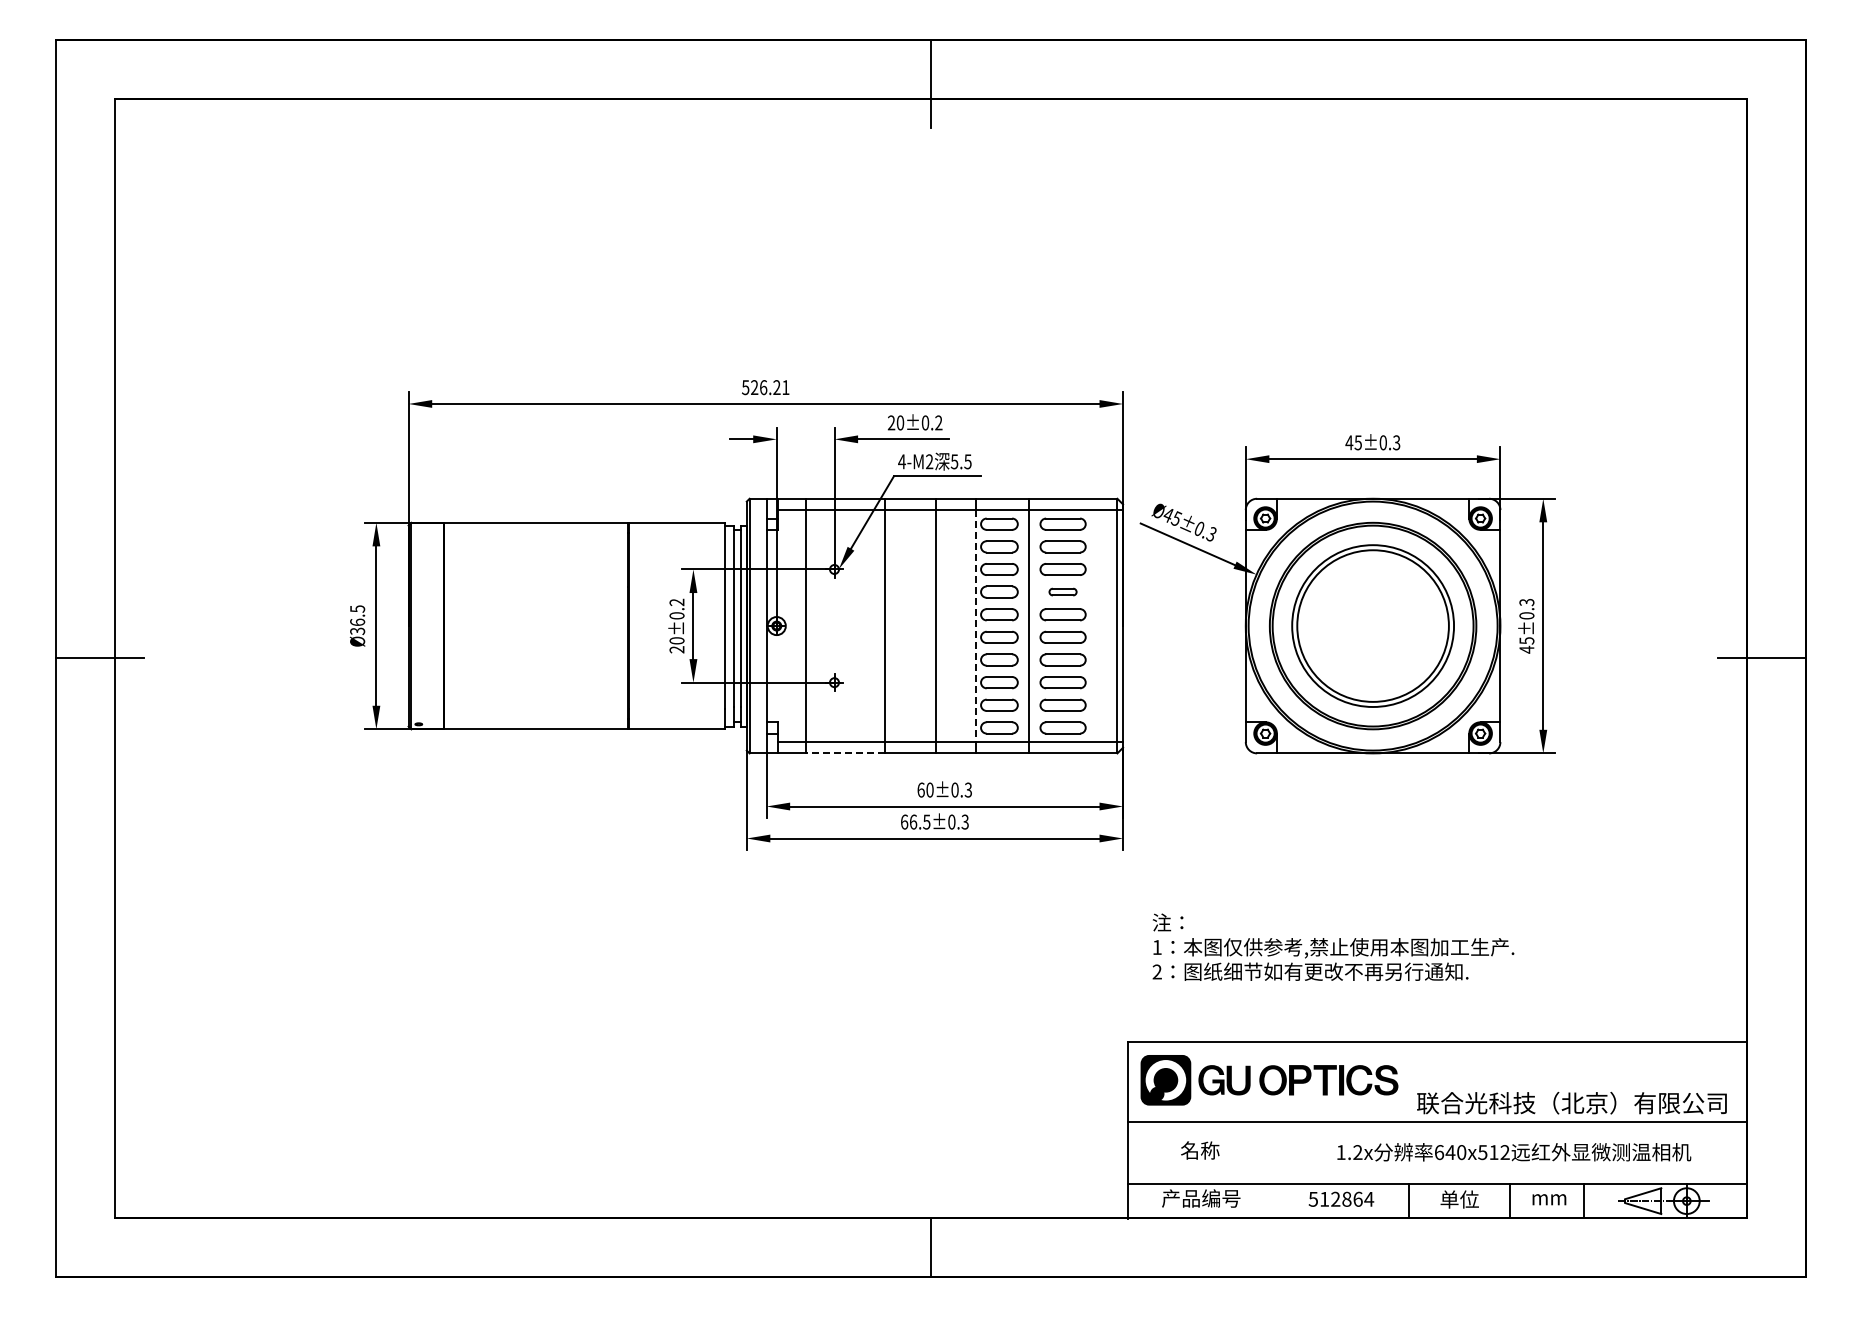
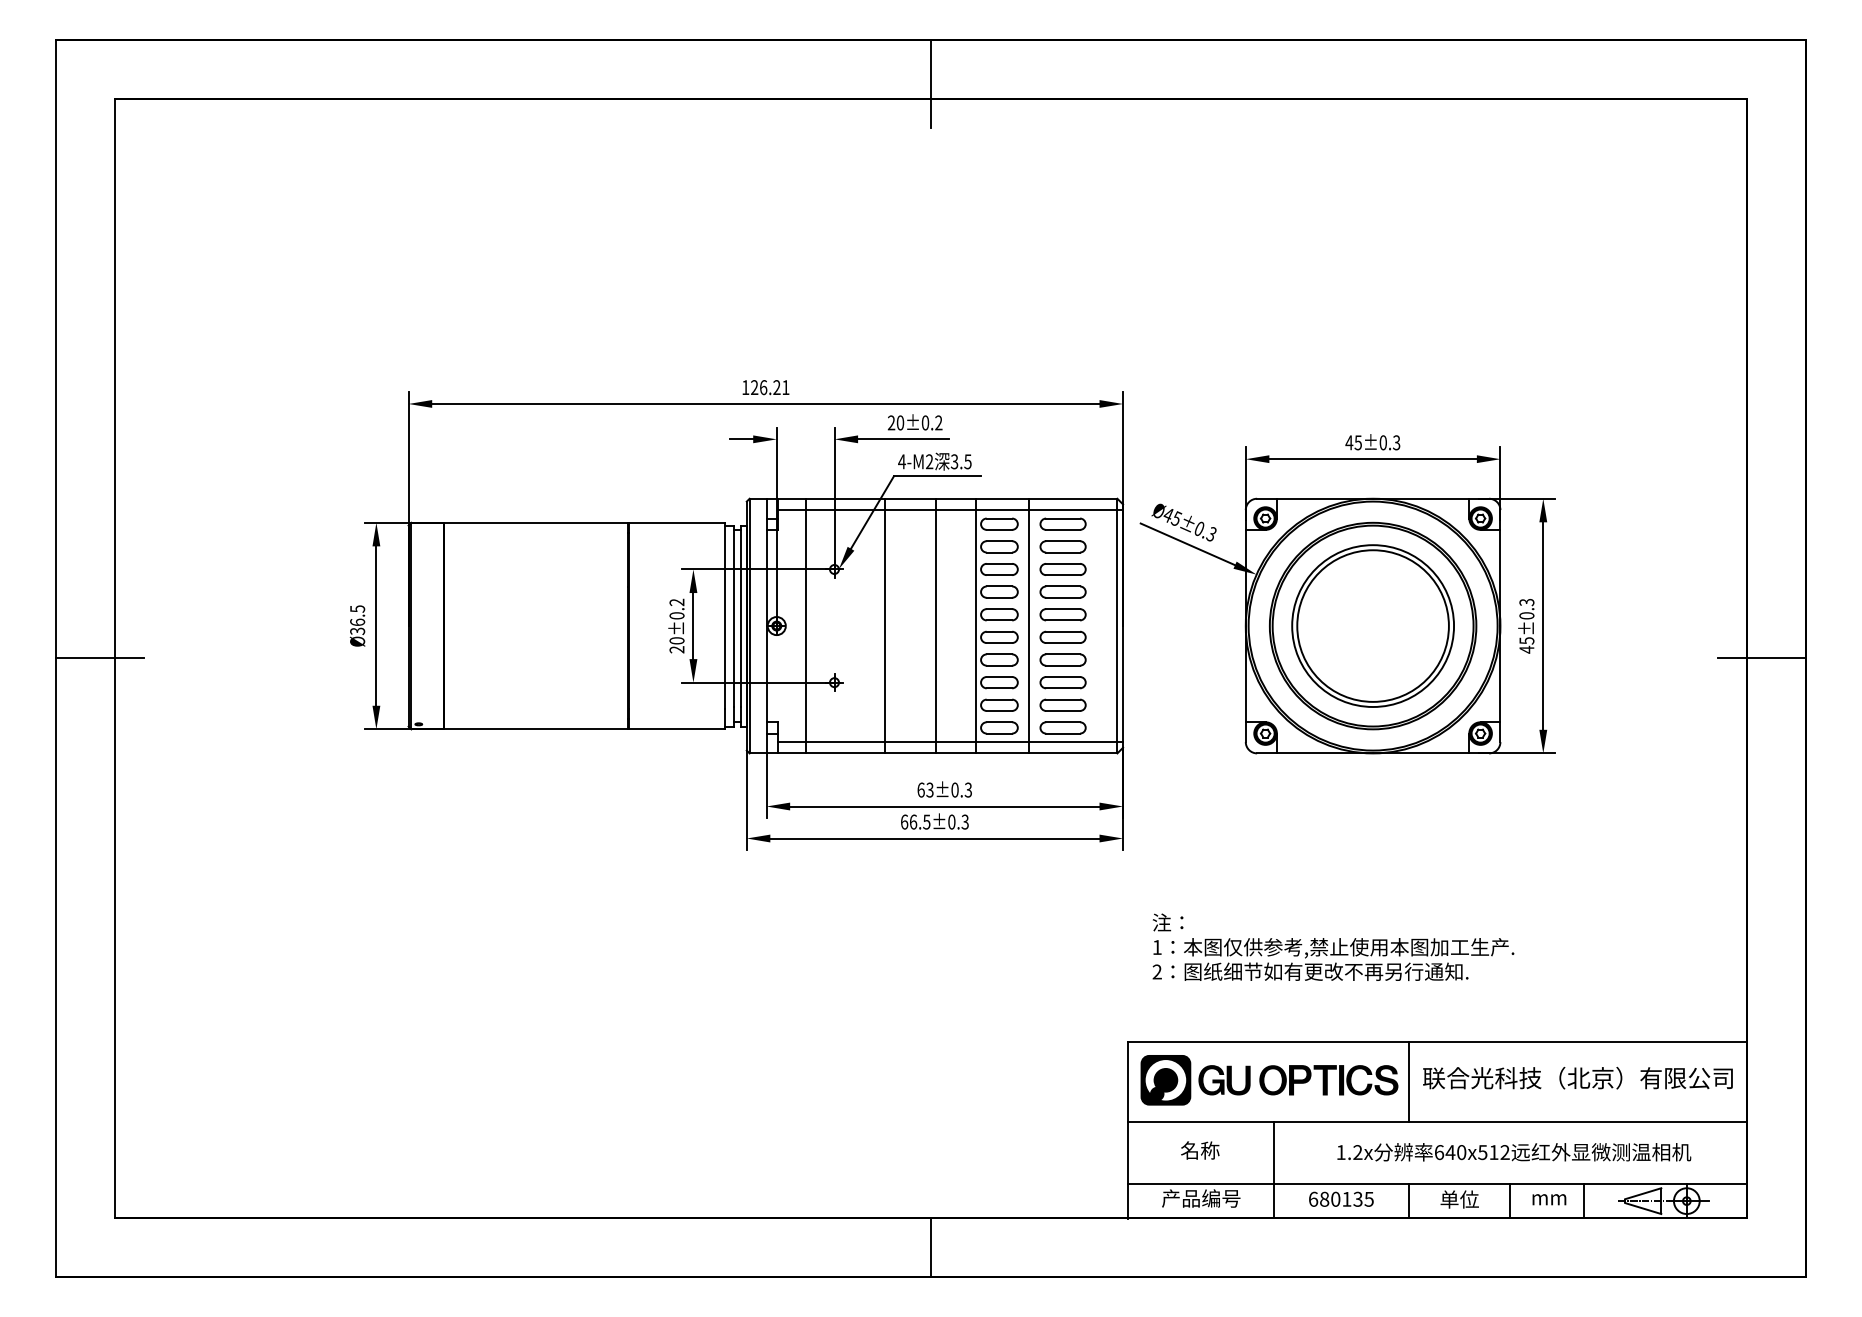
text at (745, 387): 526.21 -> 126.21
text at (954, 461): 5.5 -> 3.5
part at (1062, 591) size: 30x10 px -> 48x14 px
line at (975, 626): dashed -> solid
line at (845, 753): dashed -> solid
text at (929, 789): 60±0.3 -> 63±0.3
line at (1409, 1081): none -> present
text at (1571, 1103) position: (1571, 1103) -> (1577, 1078)
line at (1274, 1170): none -> present
text at (1341, 1198): 512864 -> 680135
